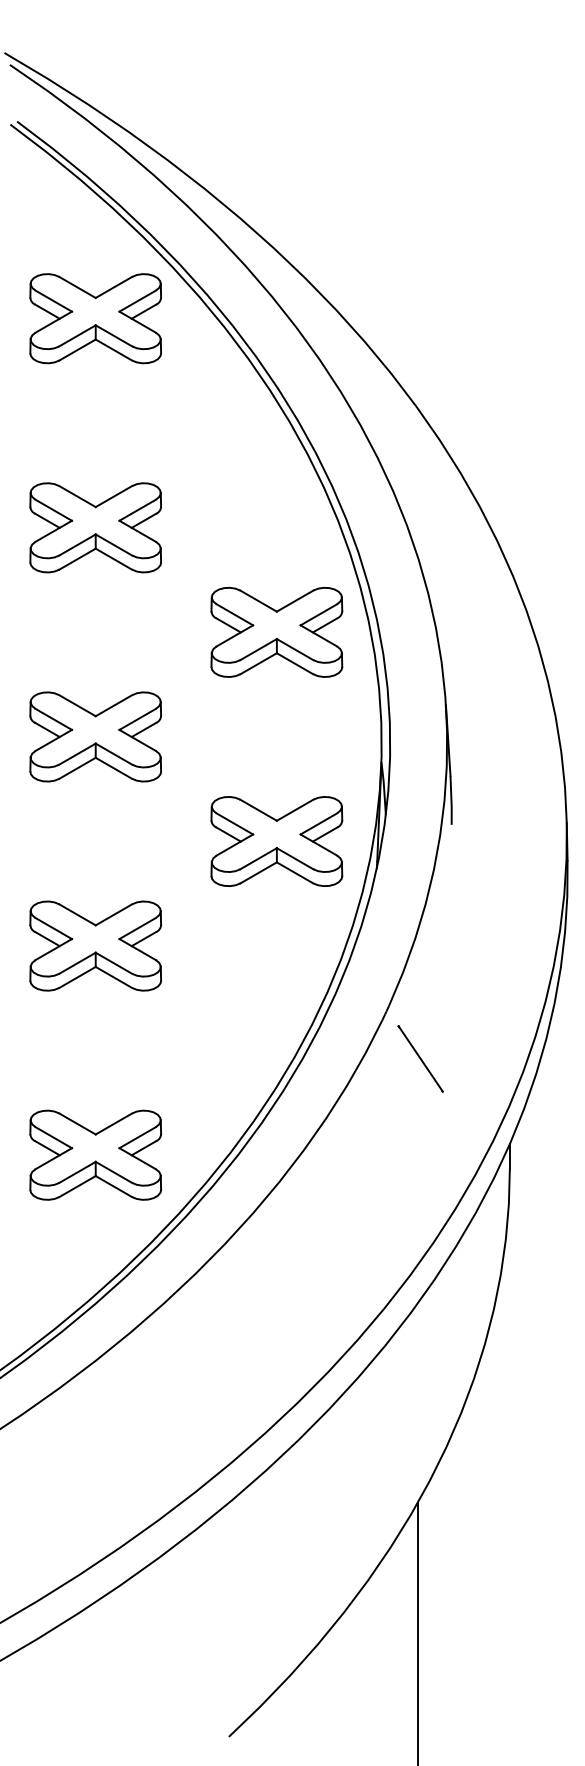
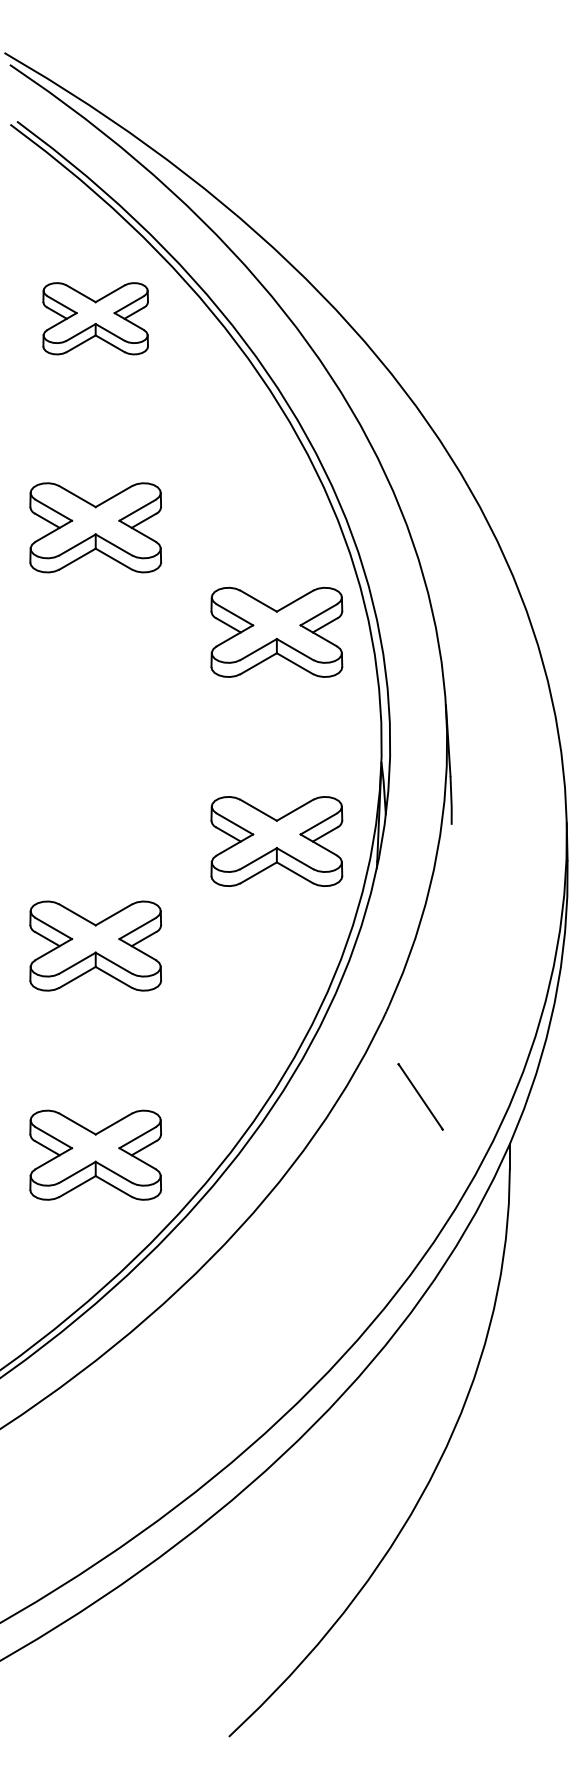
part at (95, 318) size: 133x92 px -> 107x74 px
part at (95, 736): present -> none
line at (420, 1058) position: (420, 1058) -> (420, 1096)
line at (417, 1632): present -> none
